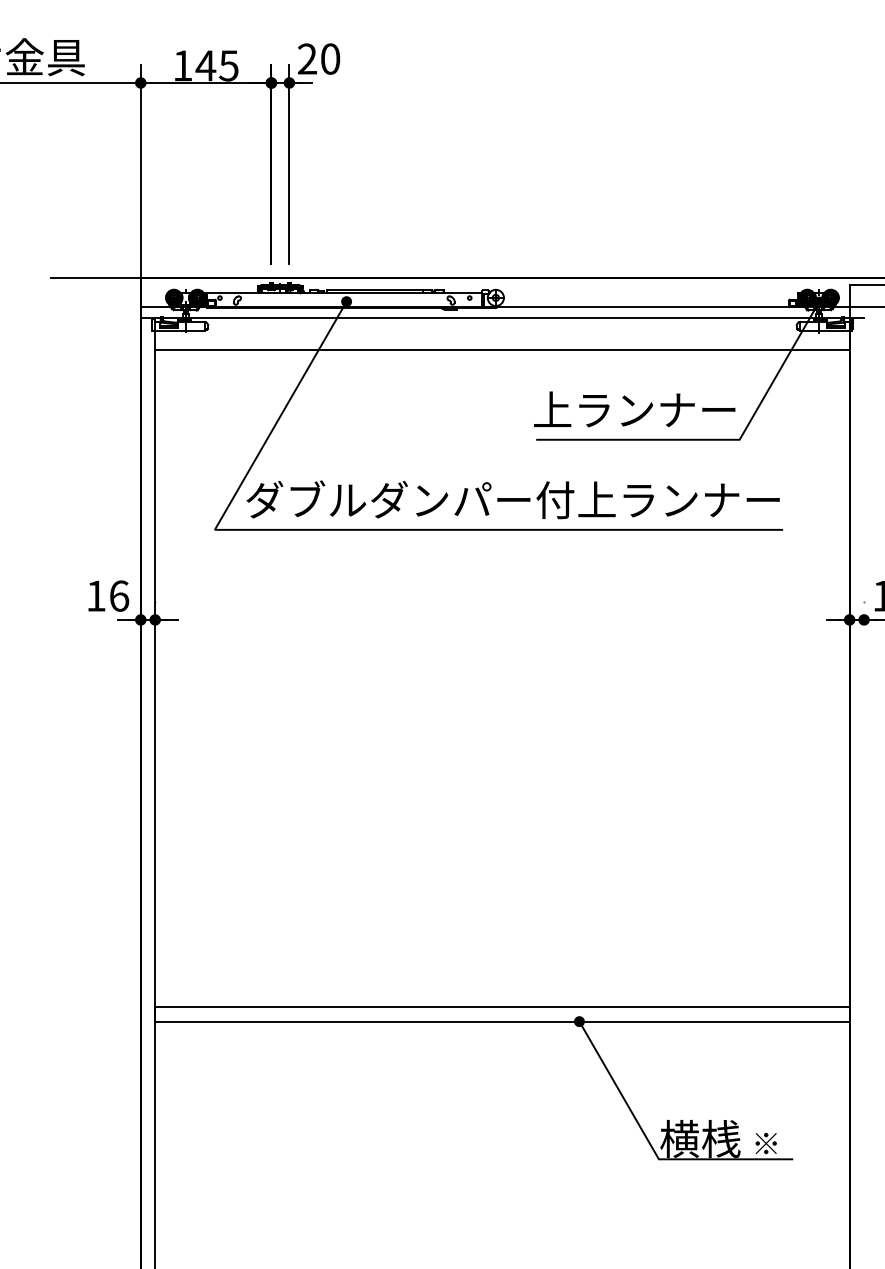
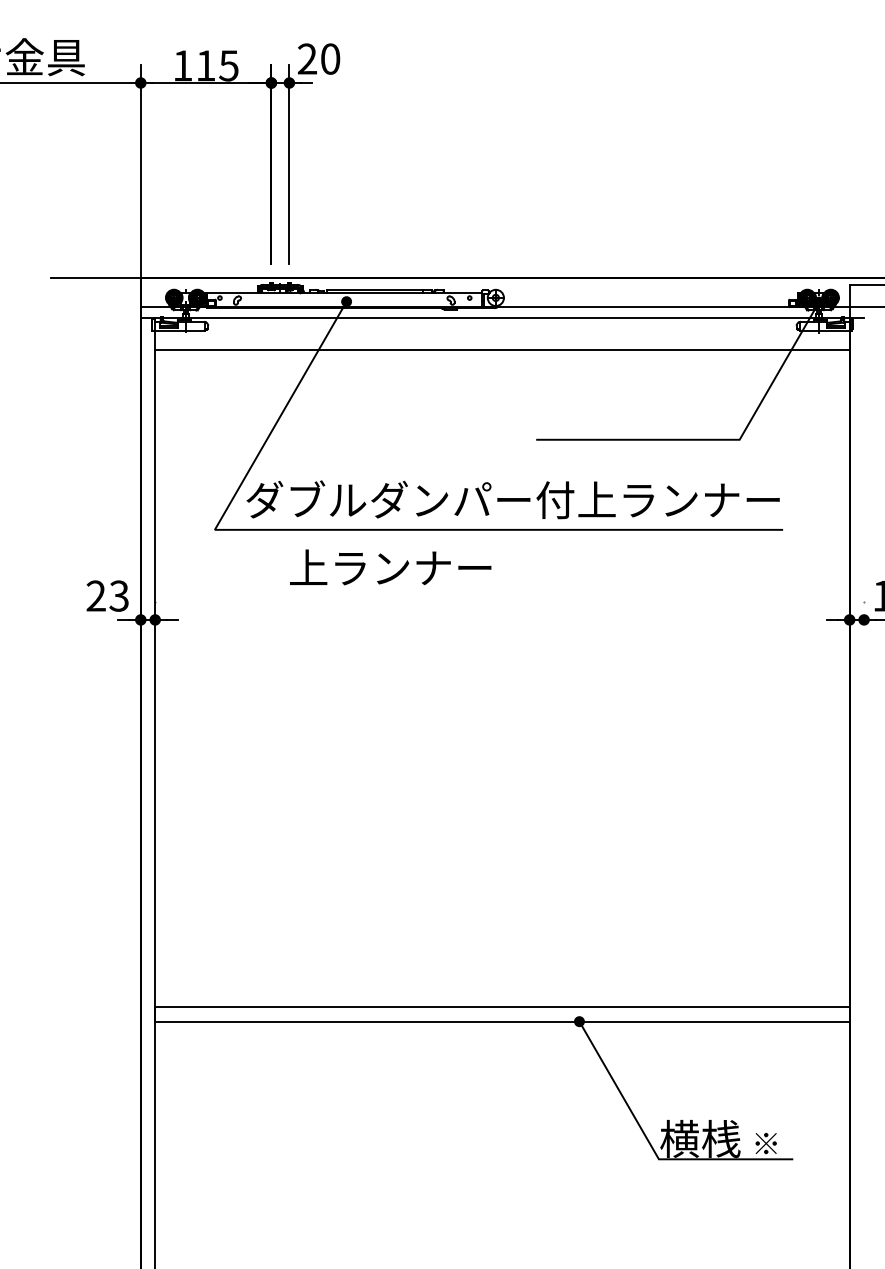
text at (205, 65): 145 -> 115
text at (634, 409) position: (634, 409) -> (390, 567)
text at (107, 595): 16 -> 23
